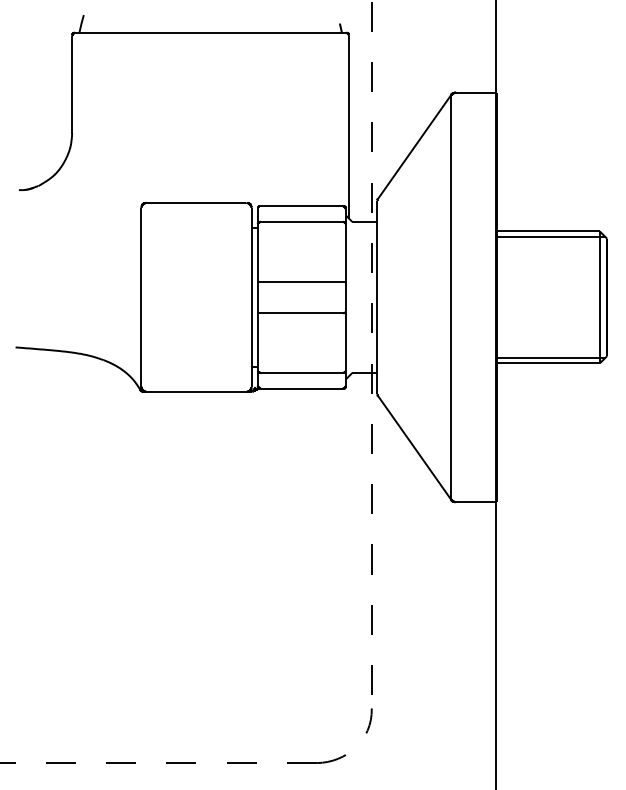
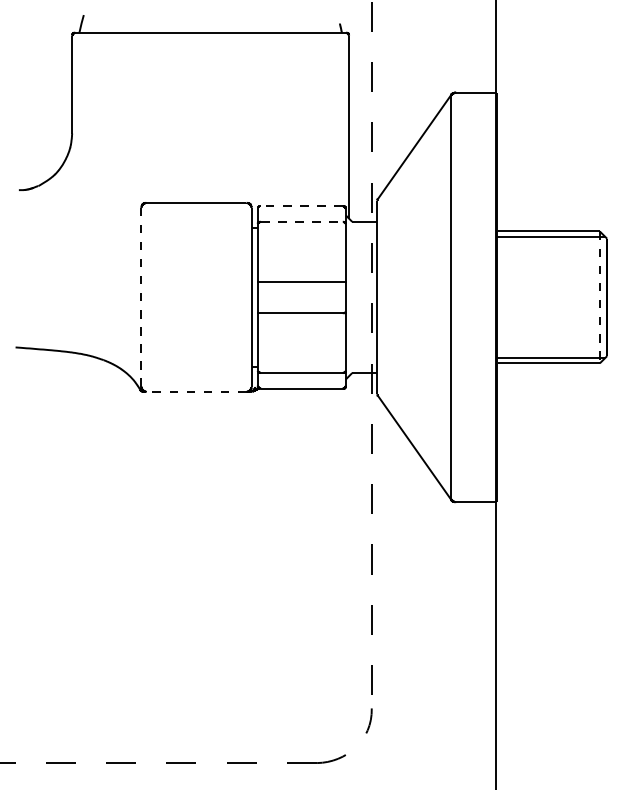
line at (301, 206): solid -> dashed
line at (301, 221): solid -> dashed
line at (141, 297): solid -> dashed
line at (599, 297): solid -> dashed
line at (195, 392): solid -> dashed
